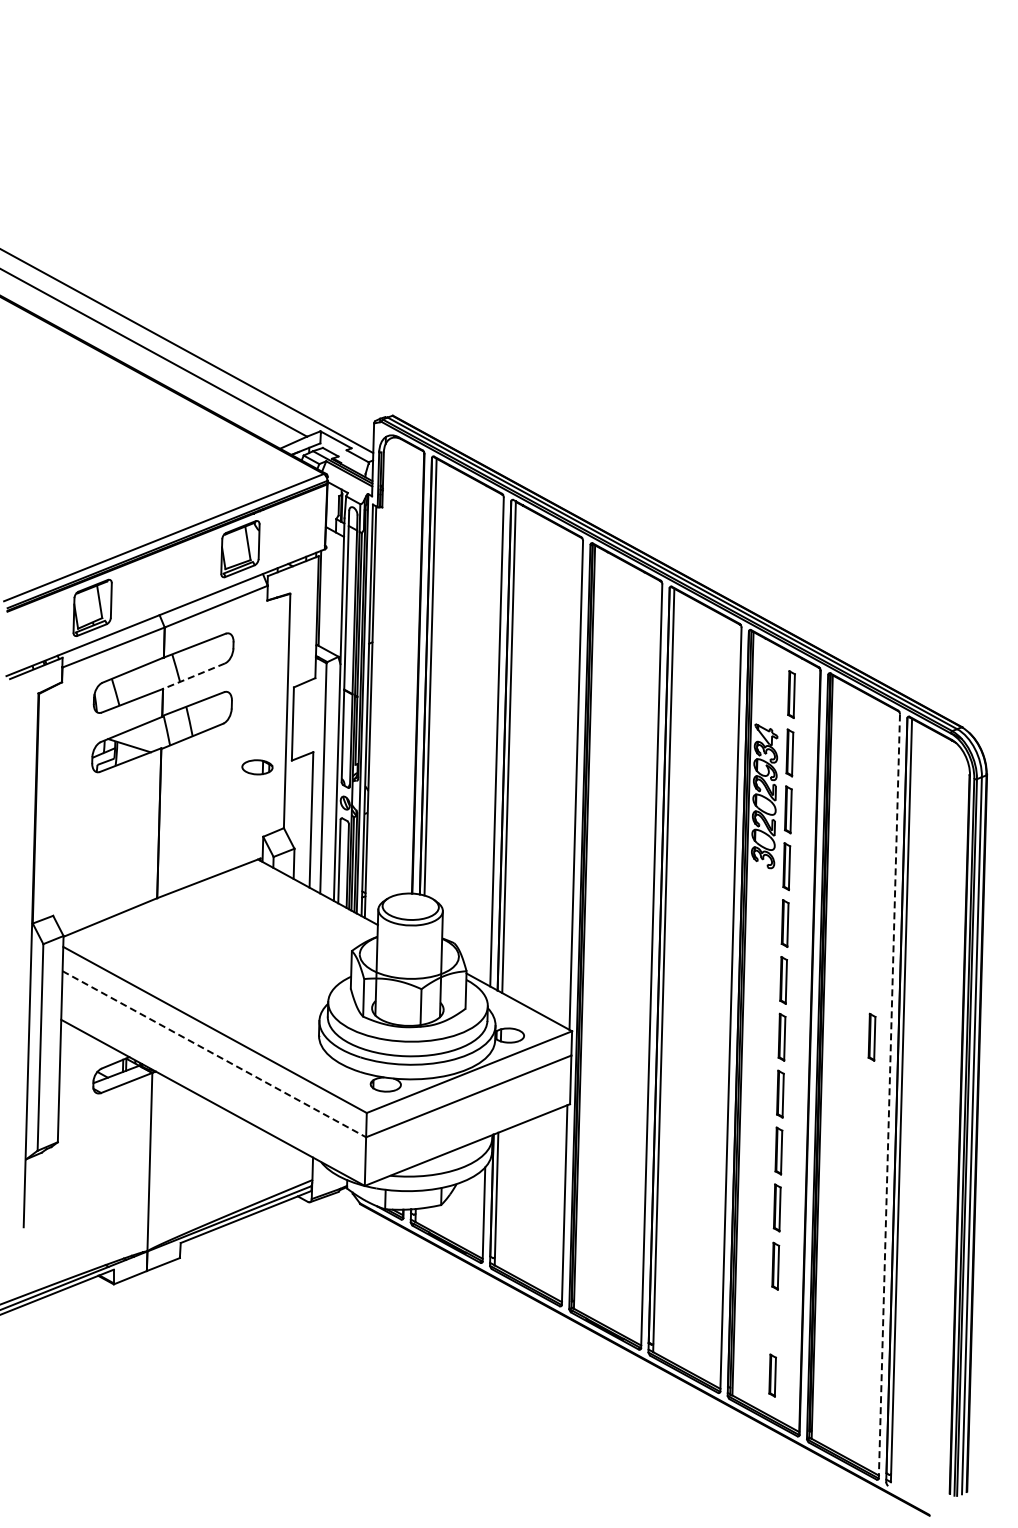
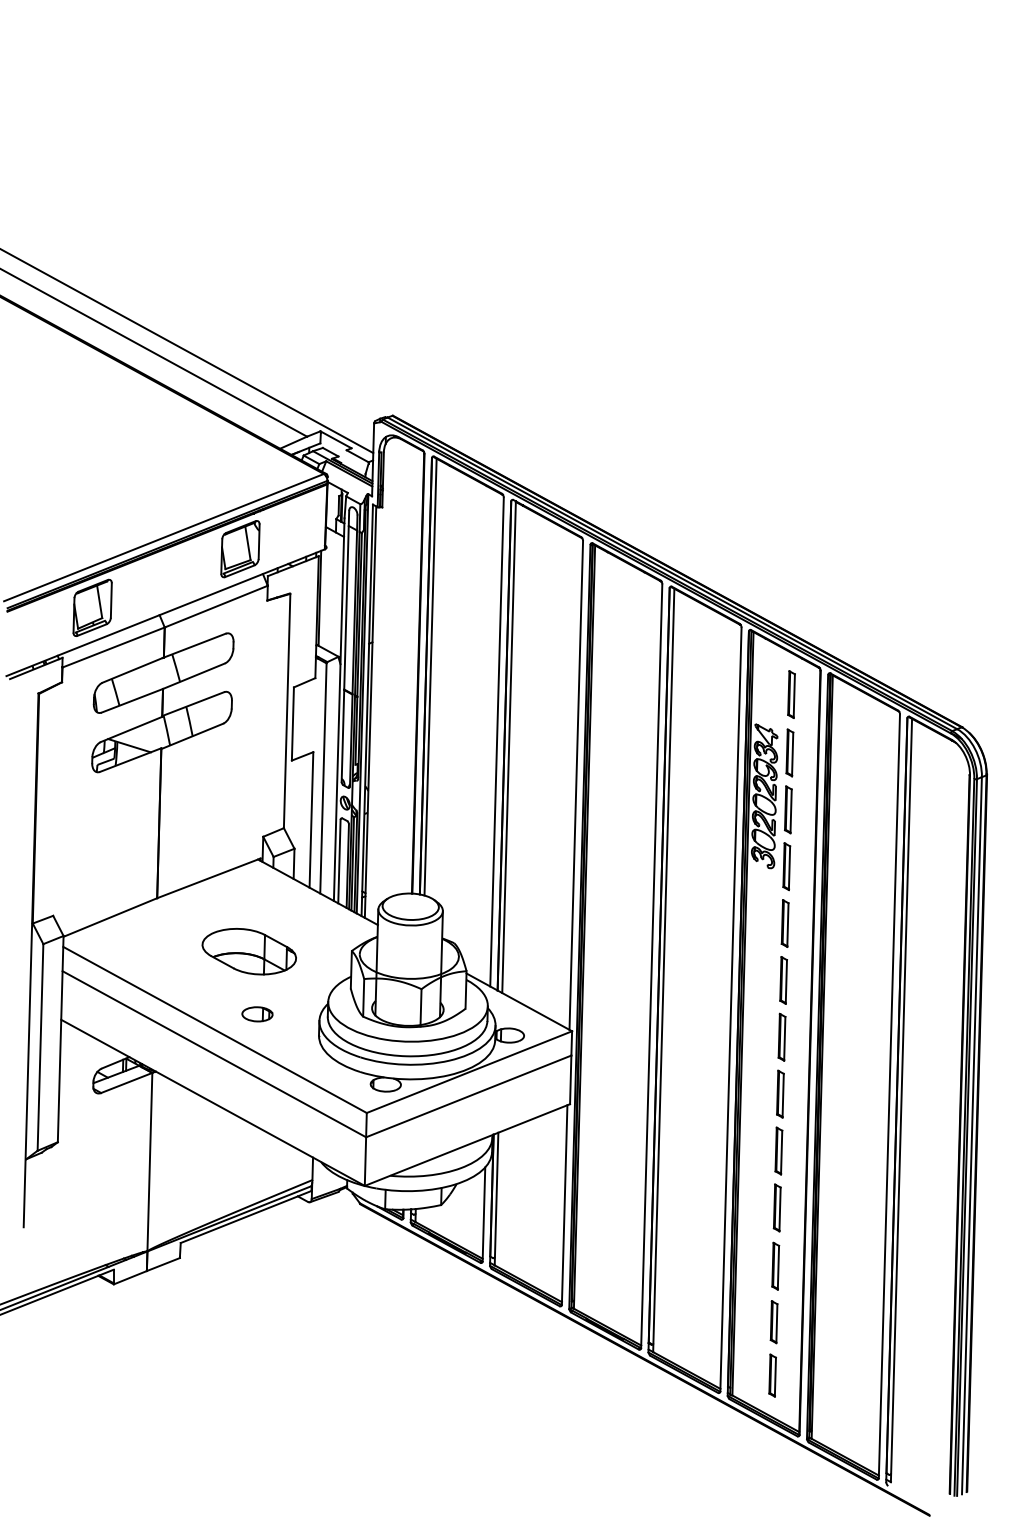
line at (193, 676): dashed -> solid
part at (257, 767) position: (257, 767) -> (257, 1014)
part at (248, 951): none -> present
part at (871, 1036): present -> none
line at (214, 1054): dashed -> solid
line at (889, 1096): dashed -> solid
part at (773, 1322): none -> present
